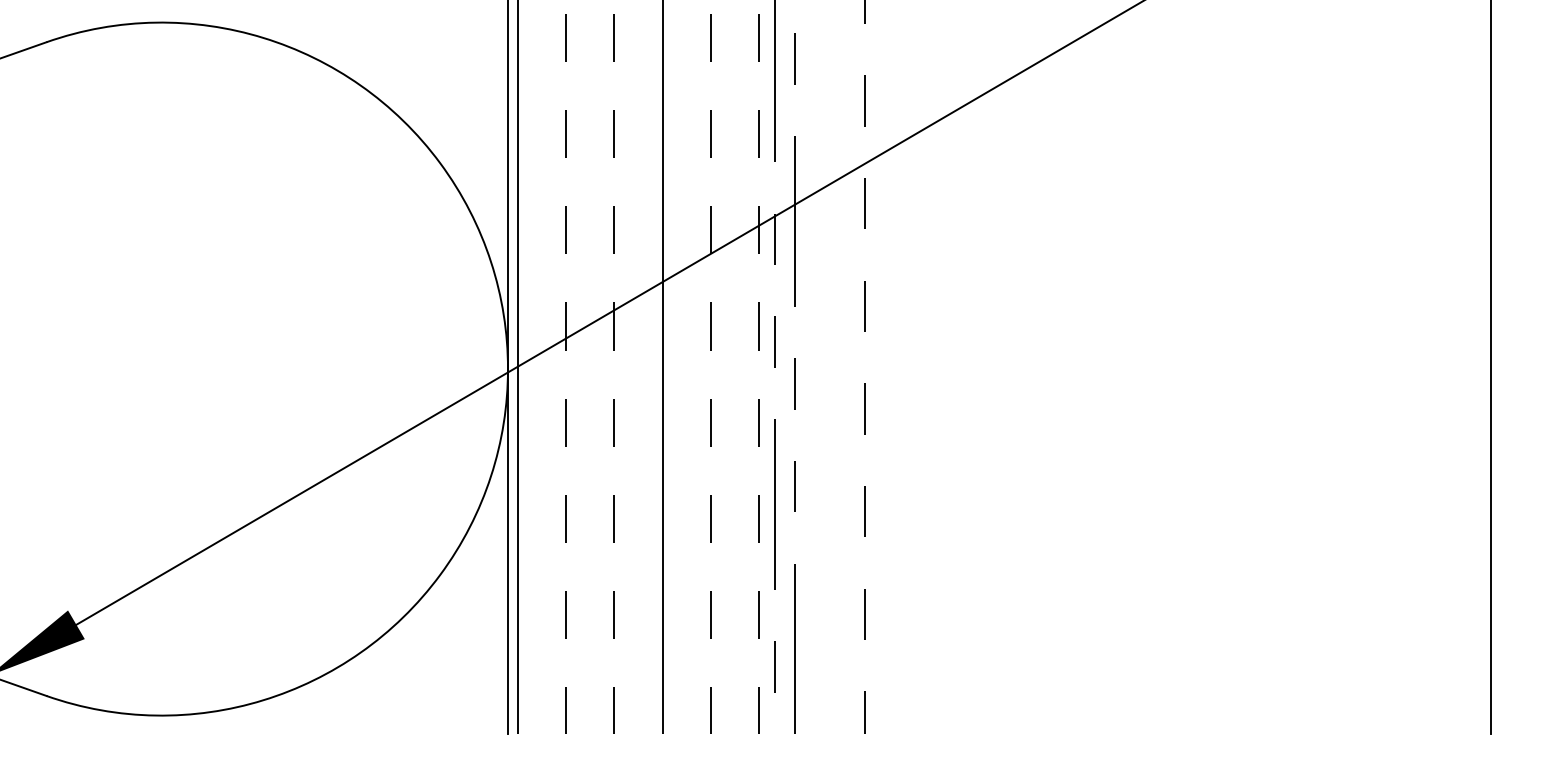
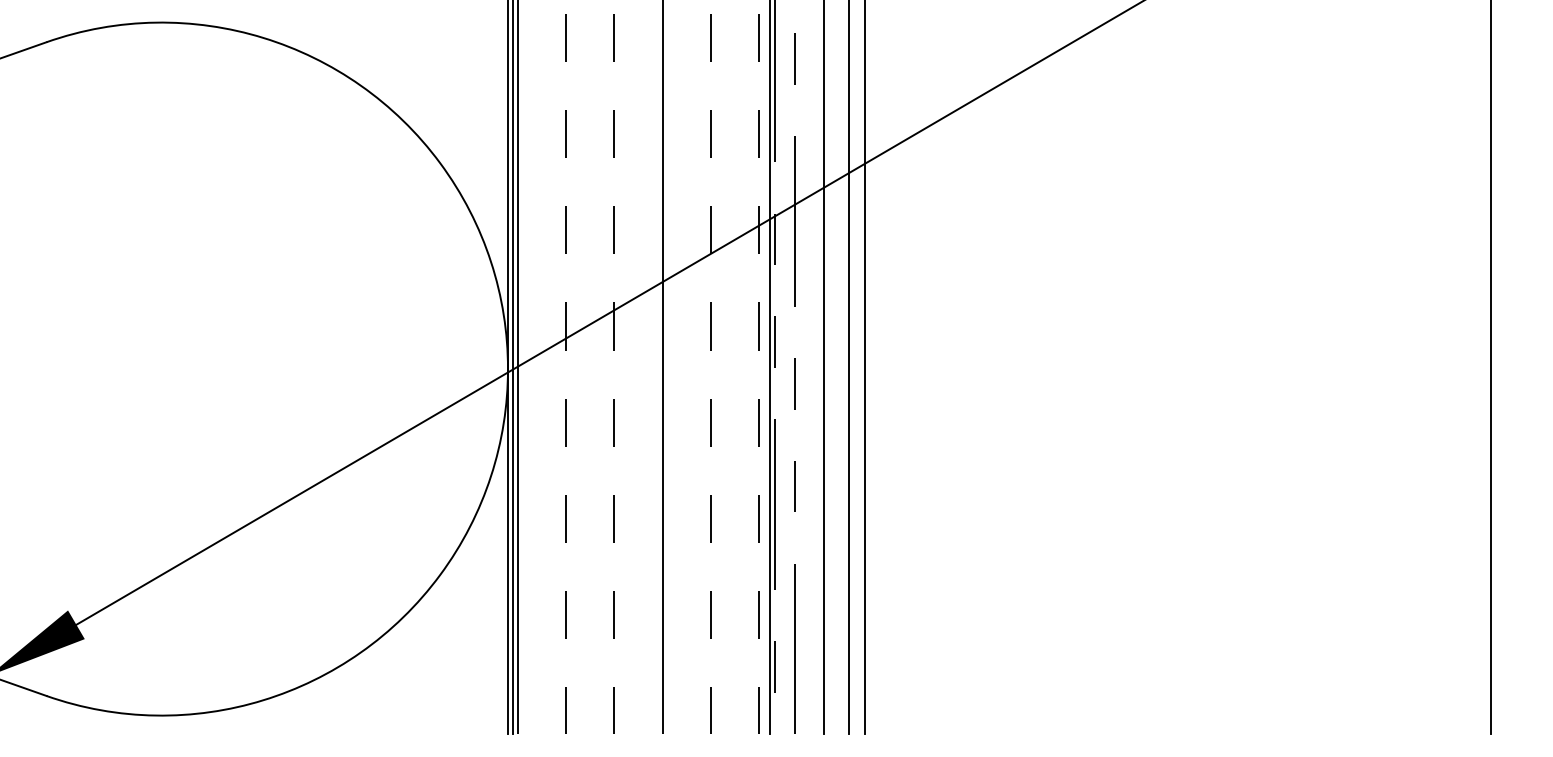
line at (865, 367): dashed -> solid
line at (513, 368): none -> present
line at (769, 368): none -> present
line at (824, 368): none -> present
line at (848, 368): none -> present
